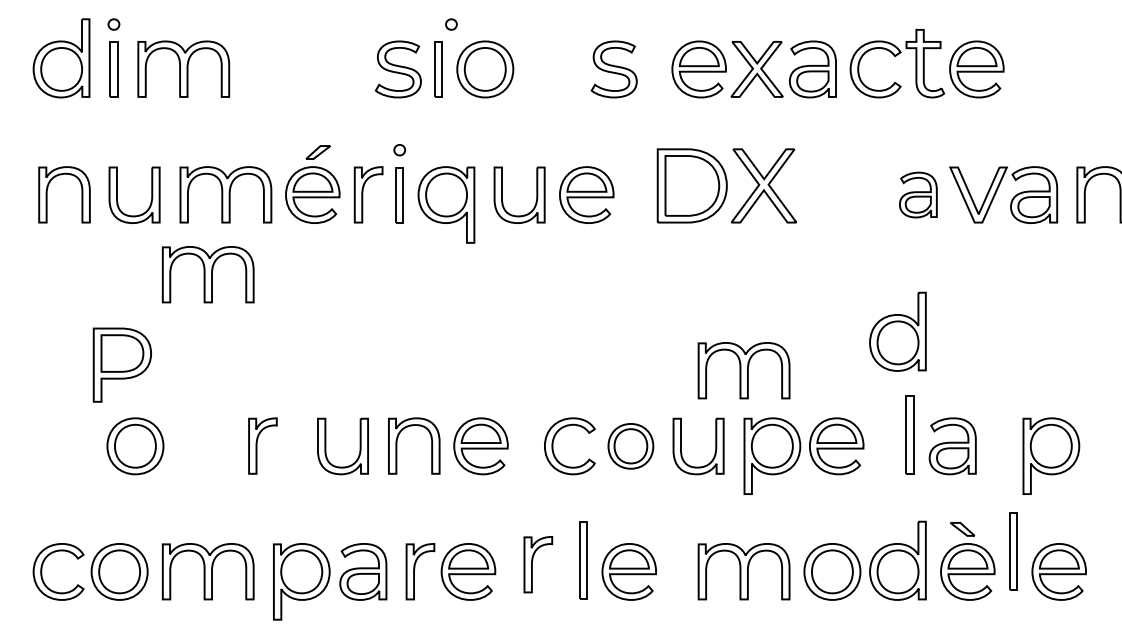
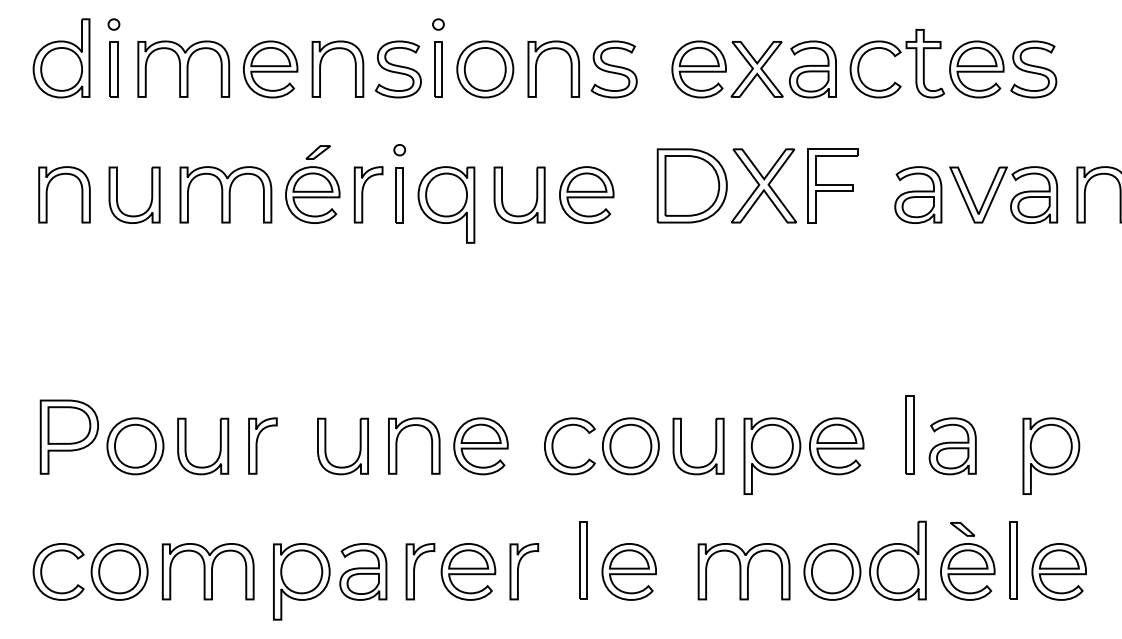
part at (451, 24) position: (451, 24) -> (438, 24)
part at (537, 64): none -> present
part at (321, 65): none -> present
part at (270, 69): none -> present
part at (1033, 69): none -> present
part at (832, 185): none -> present
part at (918, 194) size: 39x48 px -> 49x58 px
part at (207, 274): present -> none
part at (897, 331): present -> none
part at (121, 364) position: (121, 364) -> (68, 436)
part at (743, 370): present -> none
part at (219, 446): none -> present
part at (630, 446) size: 48x47 px -> 58x59 px
part at (1013, 551) position: (1013, 551) -> (1013, 560)
part at (538, 564) position: (538, 564) -> (524, 571)
